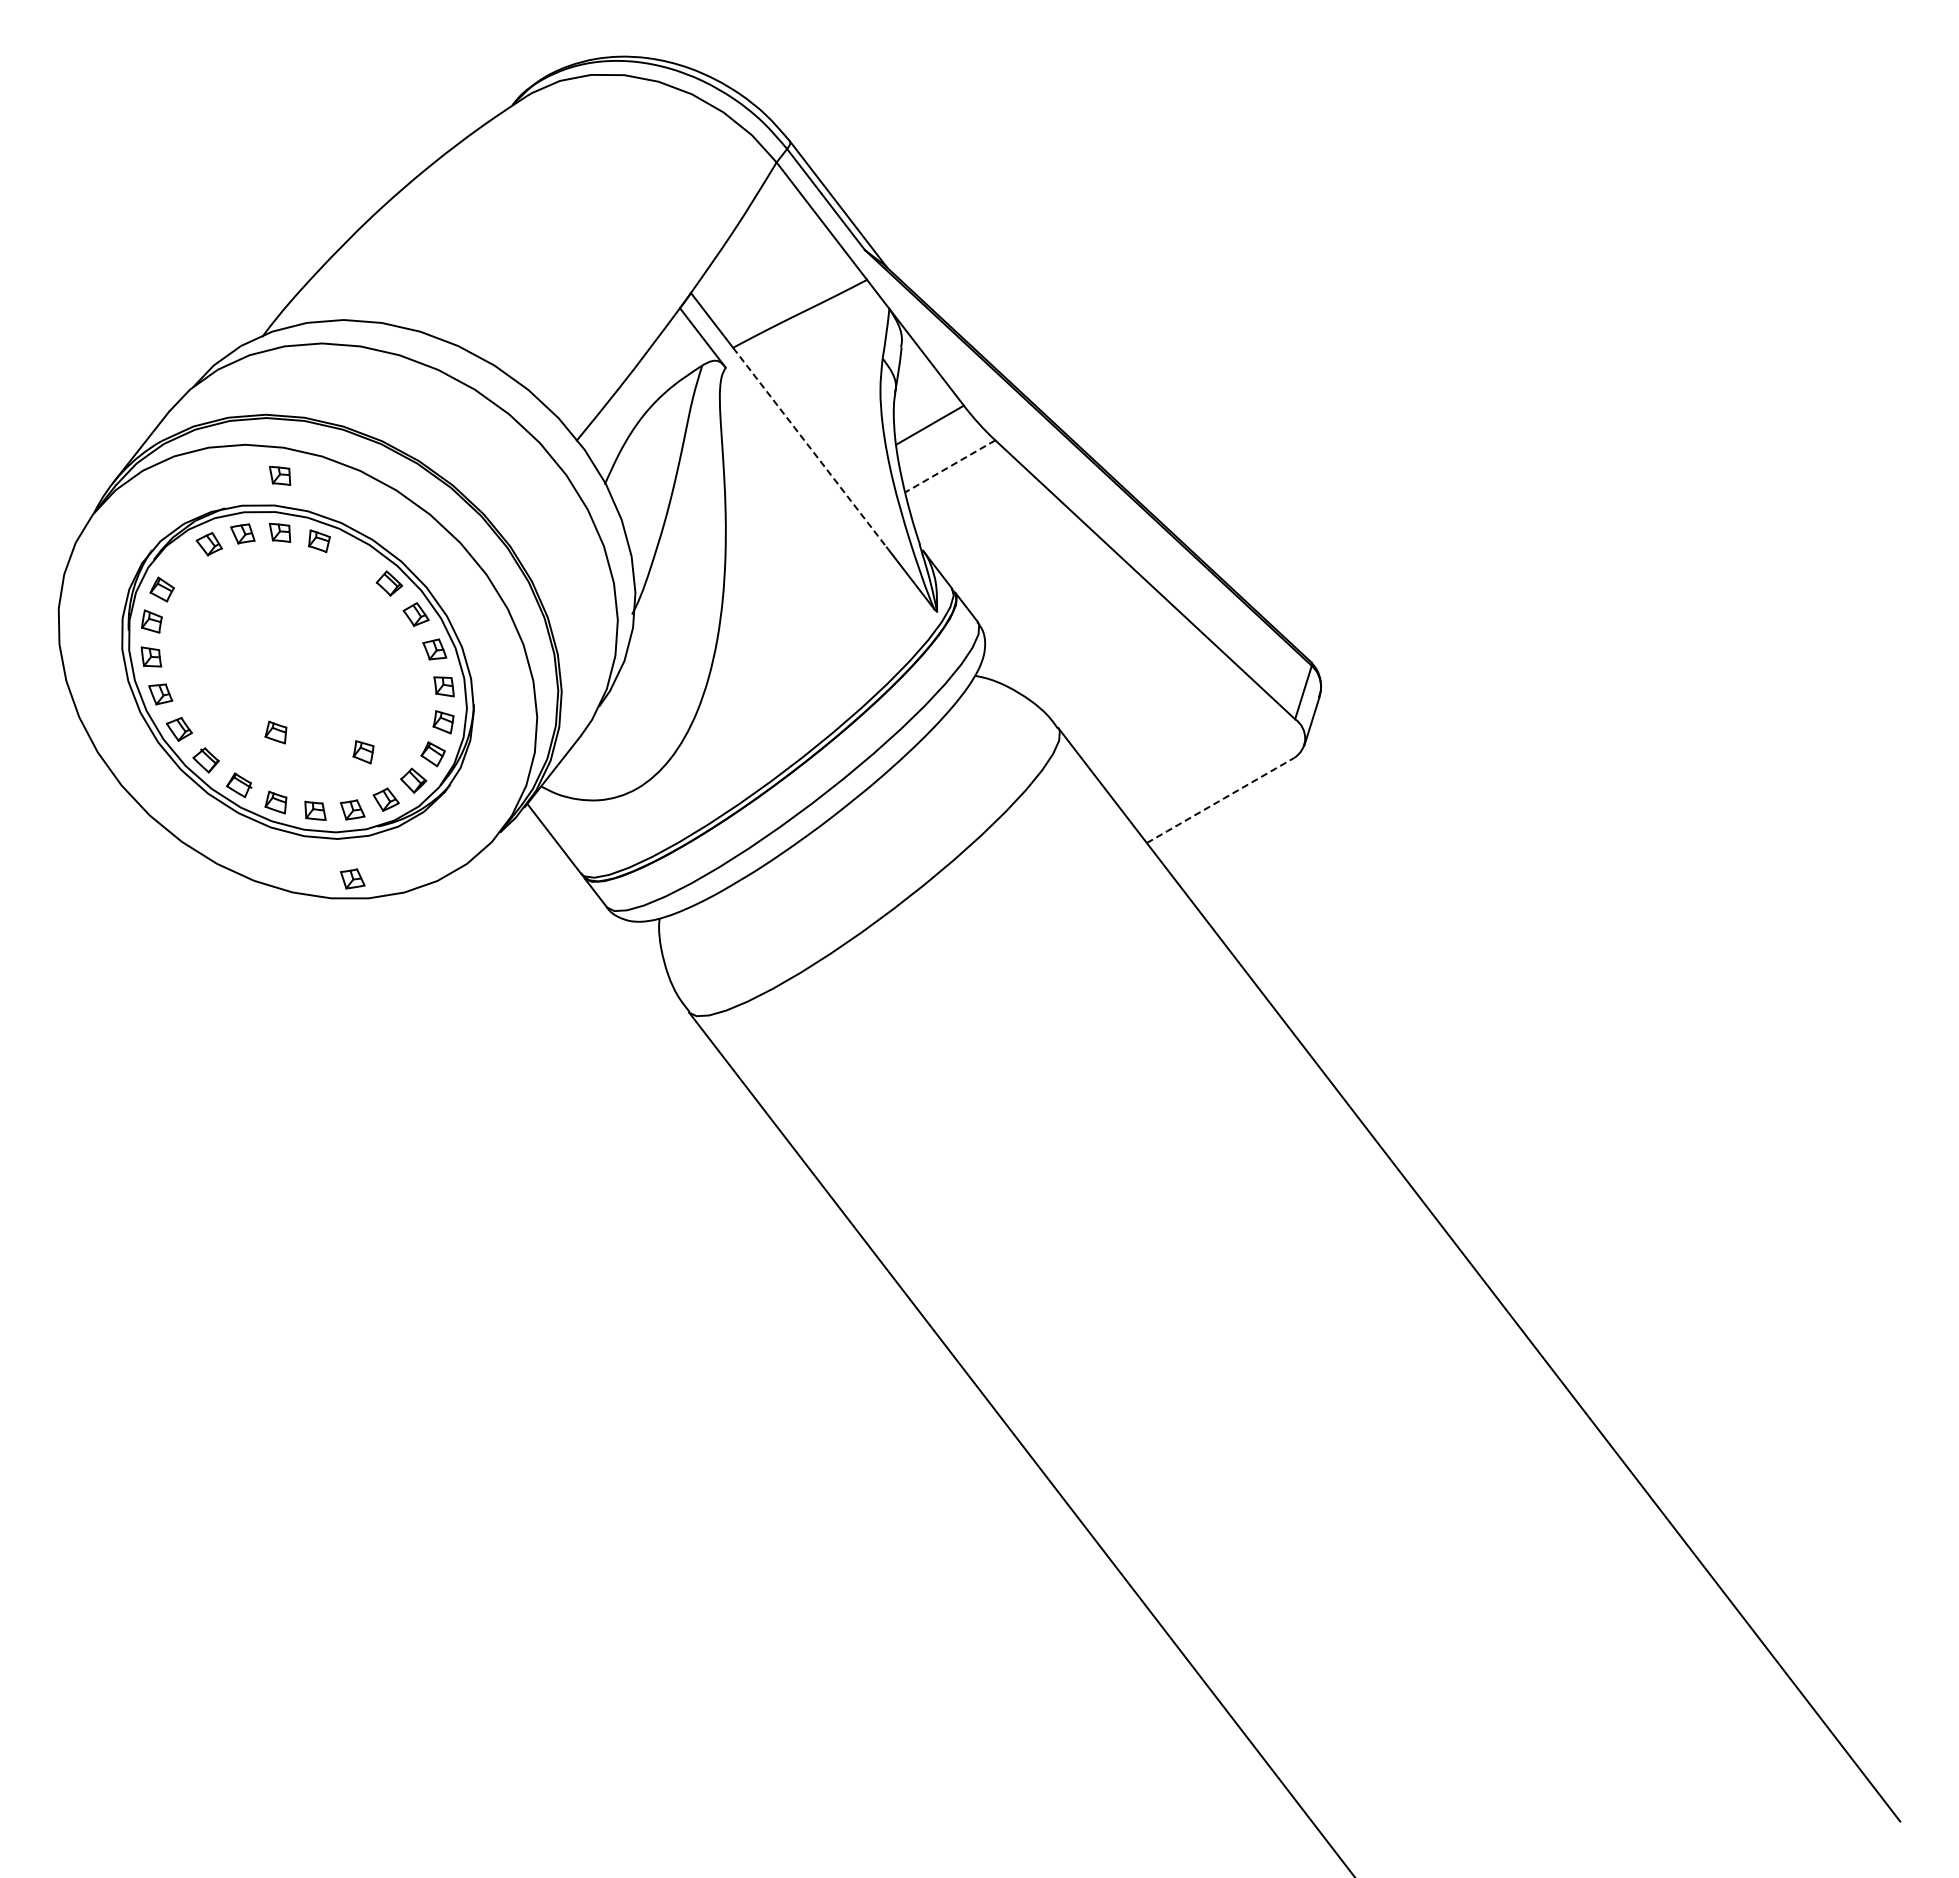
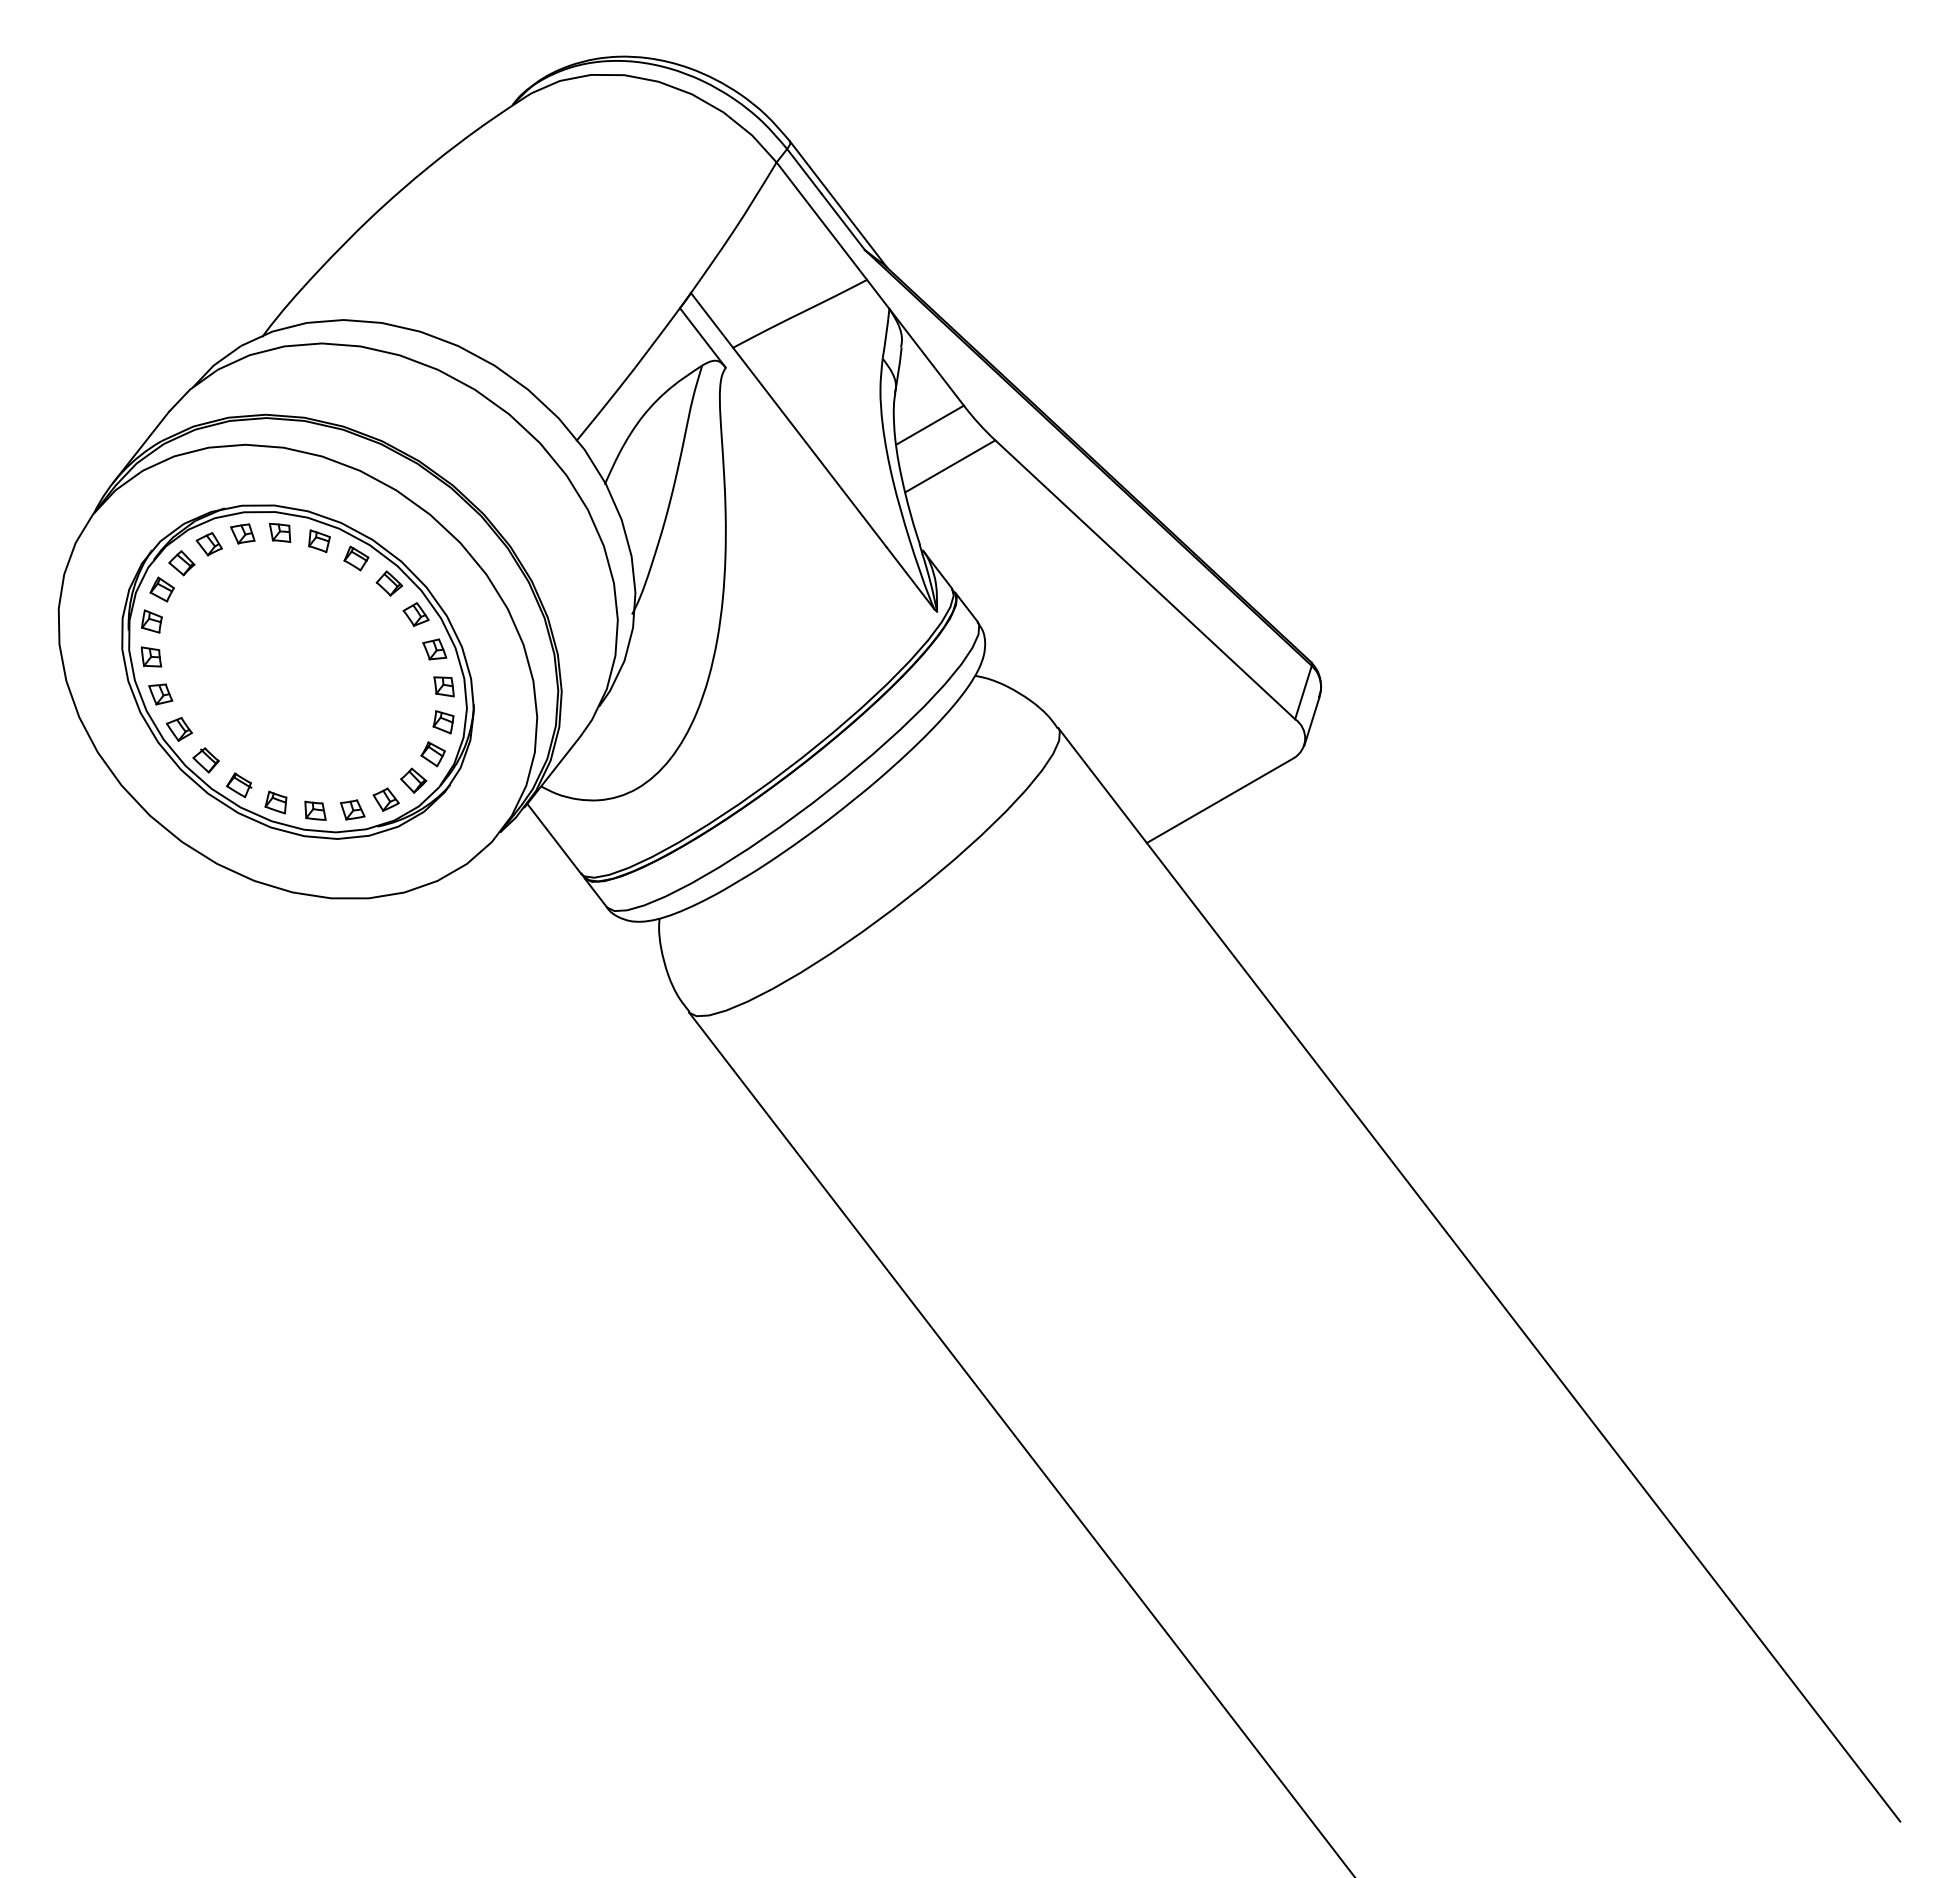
line at (810, 448): dashed -> solid
line at (949, 466): dashed -> solid
part at (279, 475): present -> none
part at (356, 558): none -> present
part at (181, 563): none -> present
part at (275, 732): present -> none
part at (363, 752): present -> none
line at (1220, 800): dashed -> solid
part at (352, 878): present -> none
